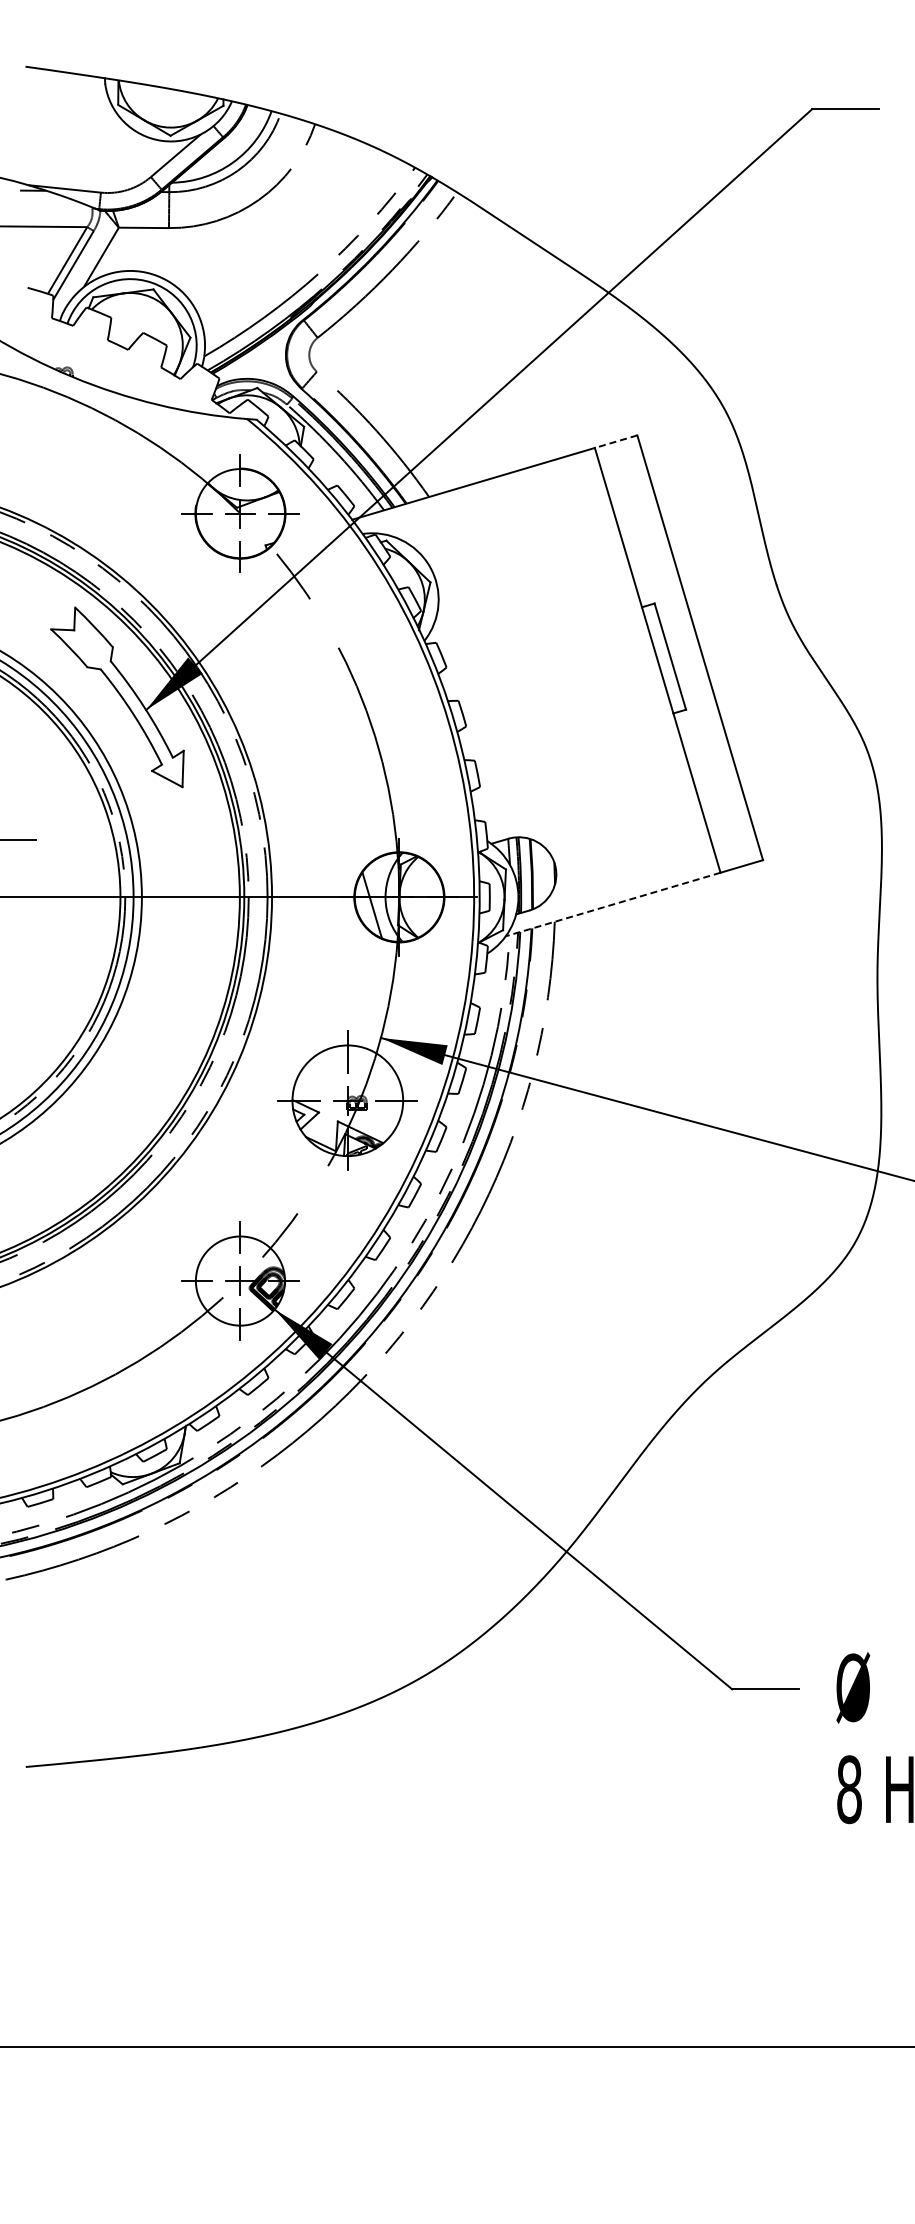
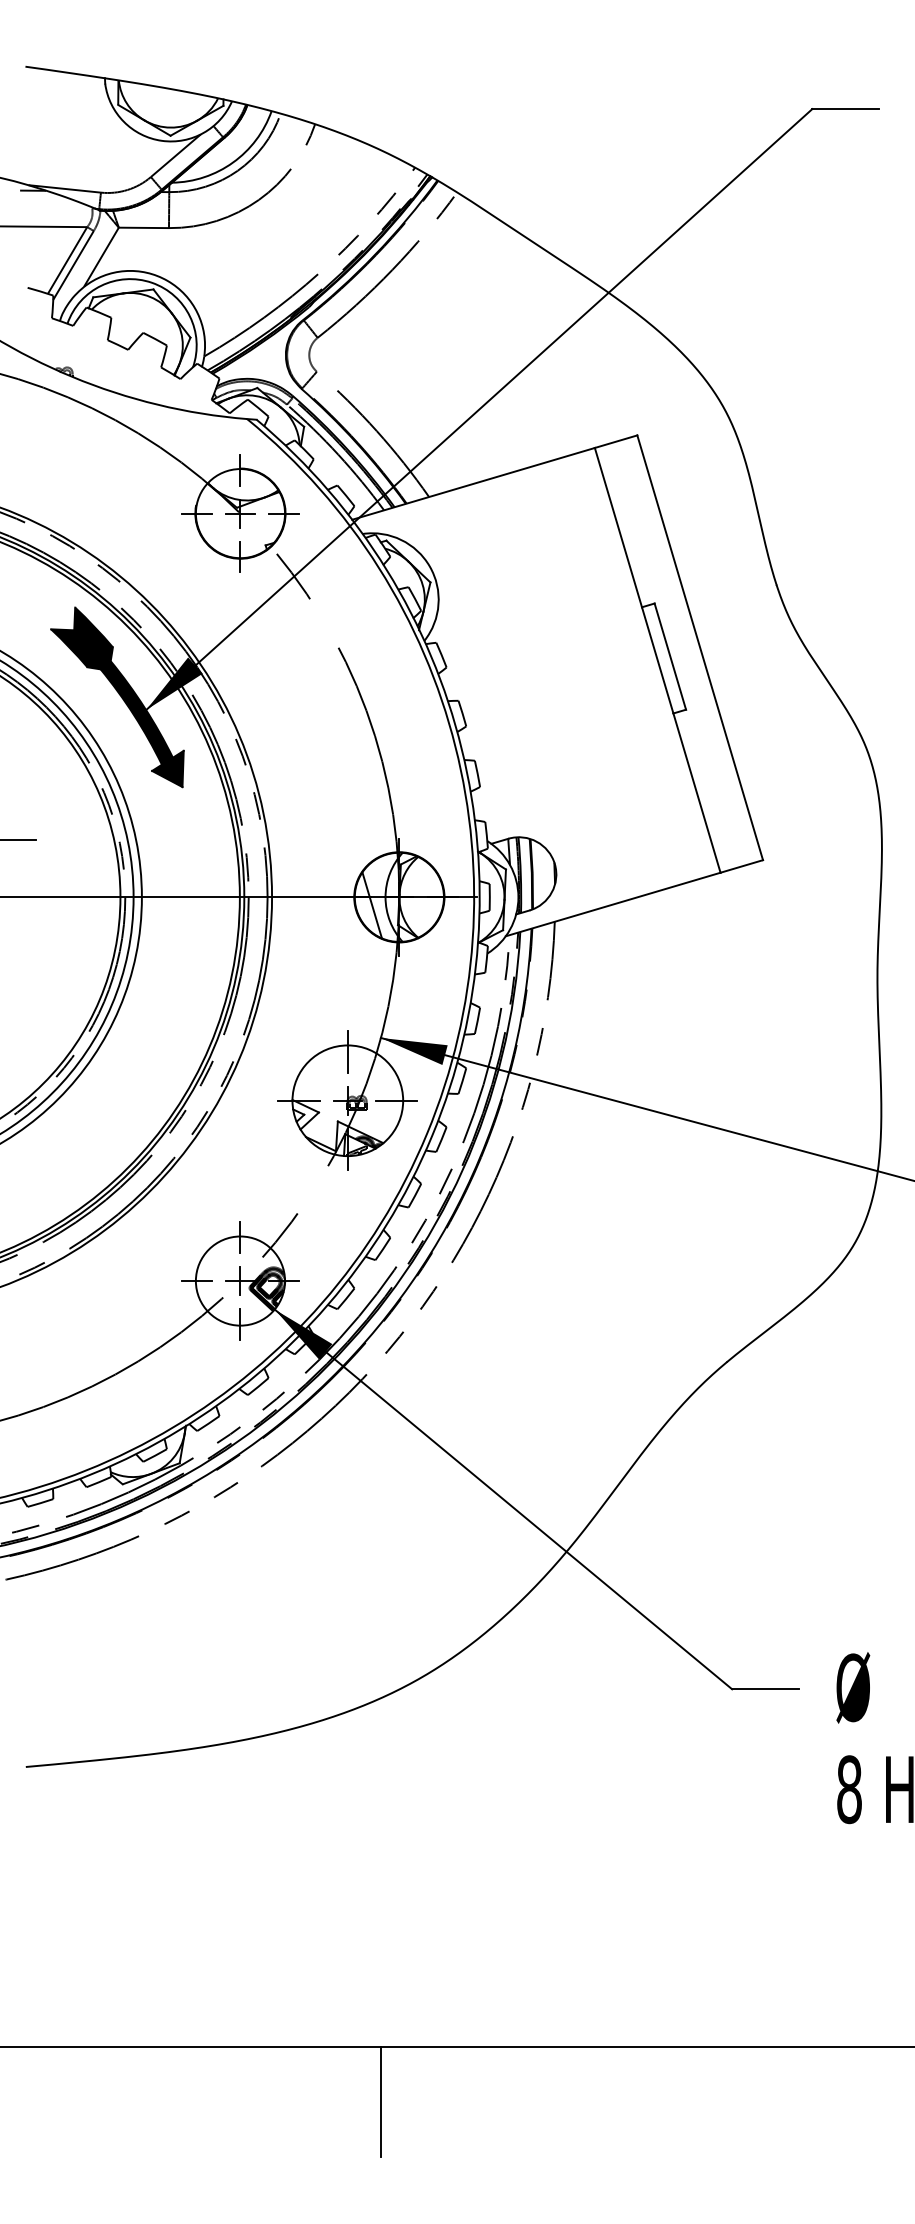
line at (615, 441): dashed -> solid
fill at (117, 697): none -> present
line at (613, 904): dashed -> solid
line at (381, 2101): none -> present
